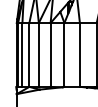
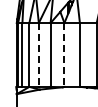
line at (38, 54): solid -> dashed
line at (64, 54): solid -> dashed
